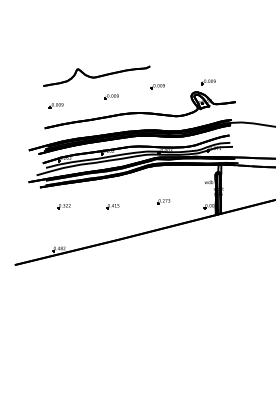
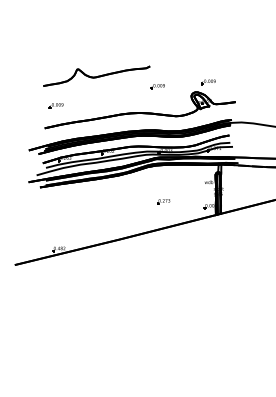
part at (111, 96): present -> none
part at (63, 206): present -> none
part at (112, 206): present -> none
